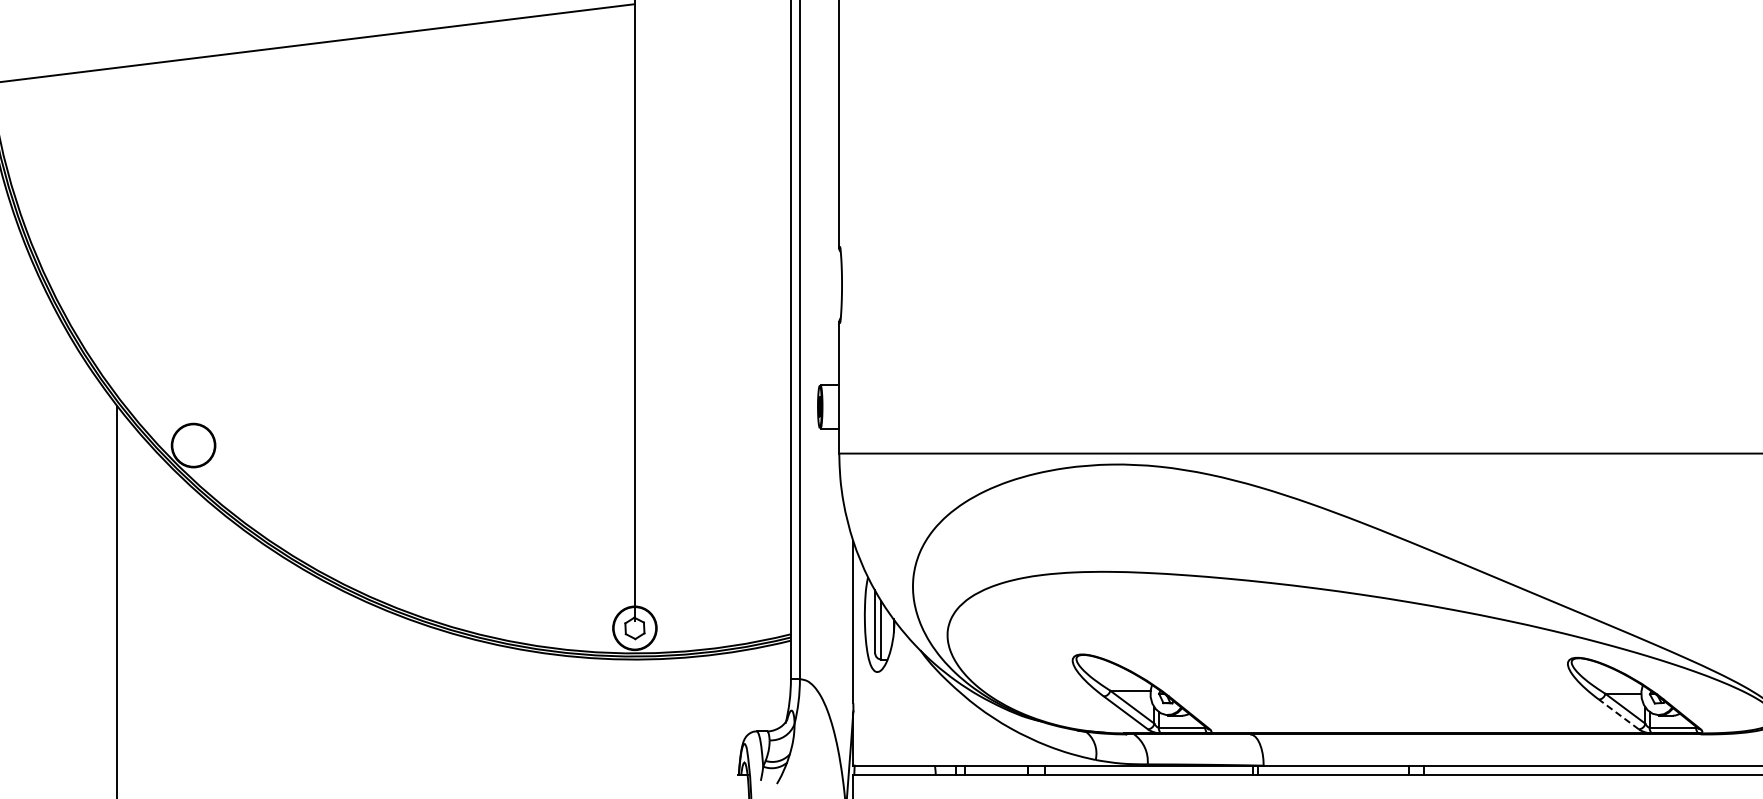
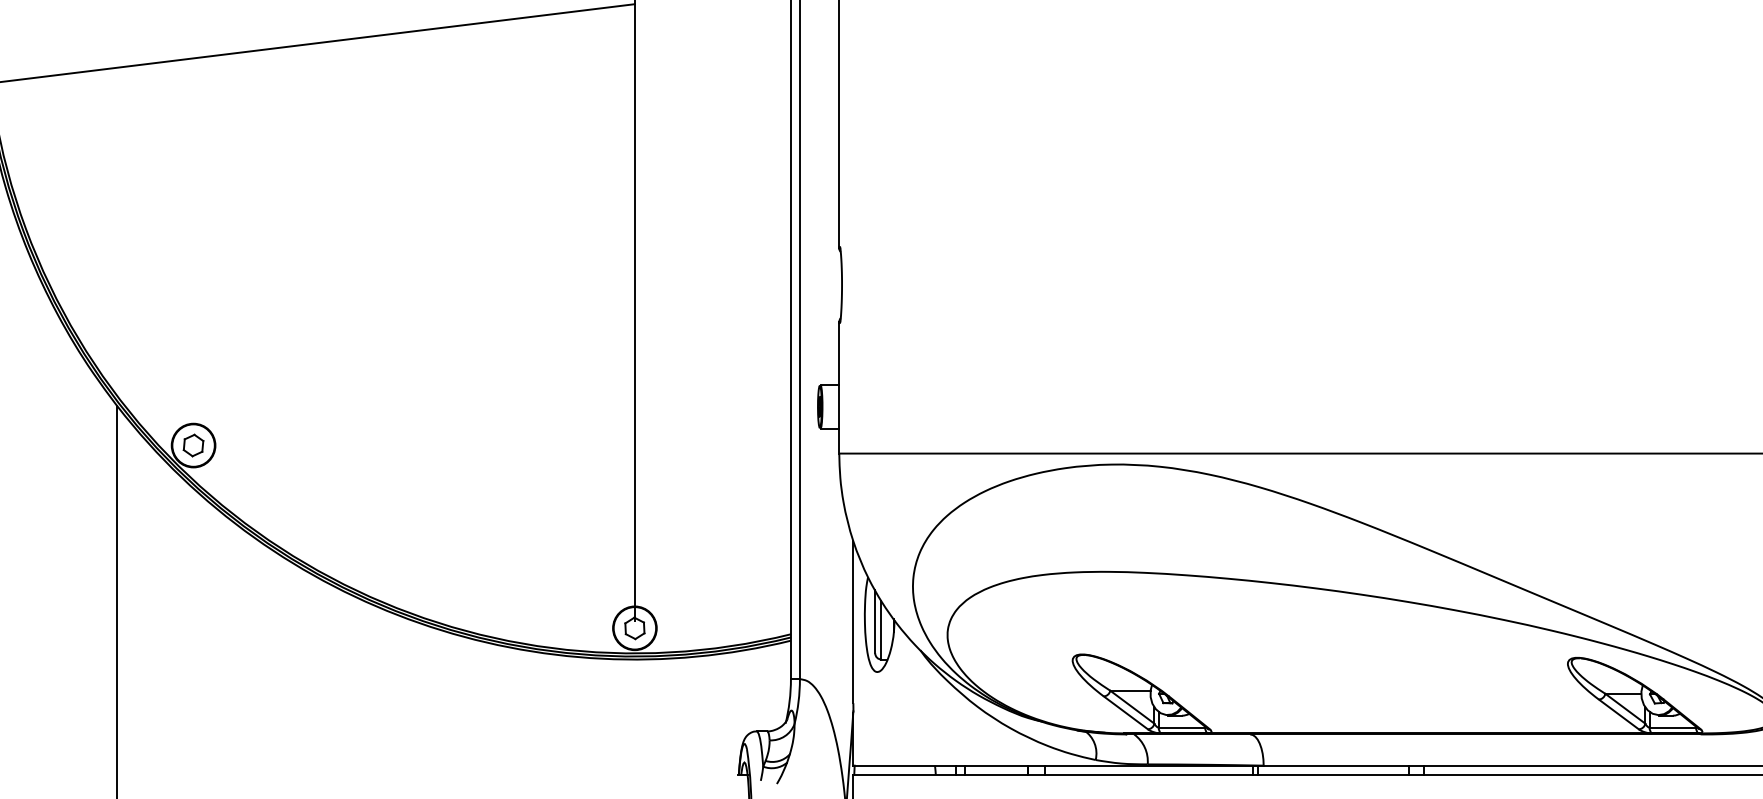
part at (193, 445): none -> present
line at (1618, 714): dashed -> solid
